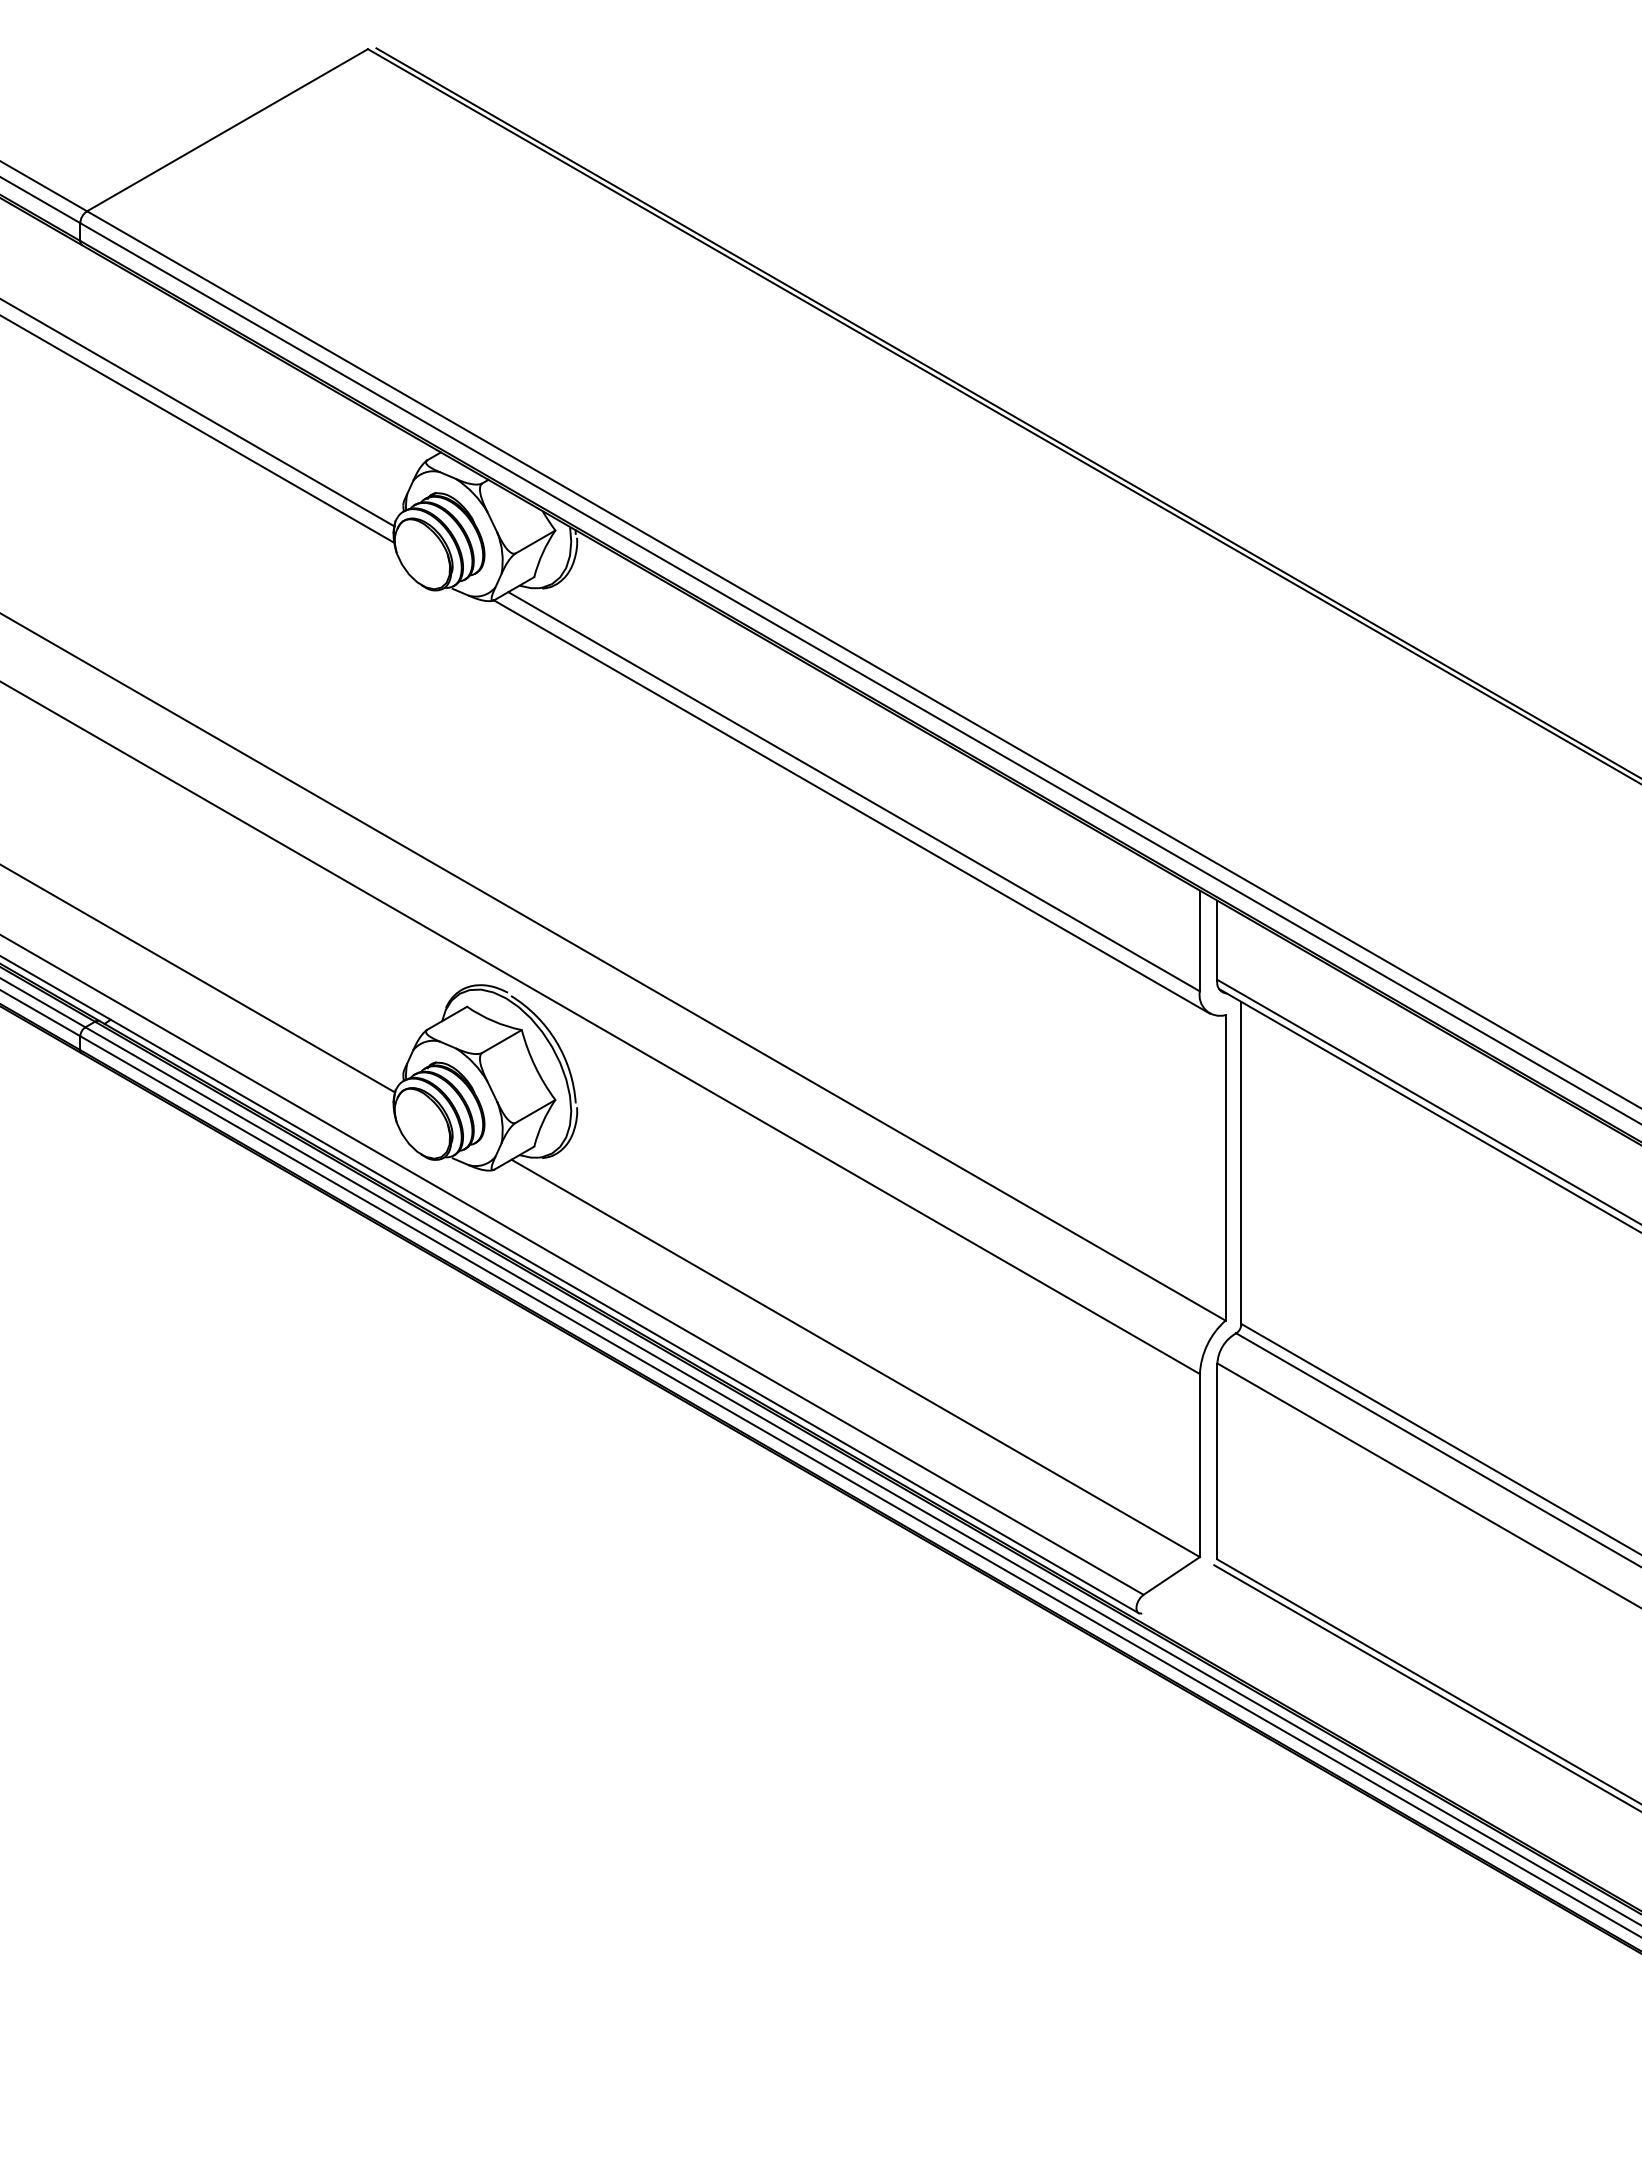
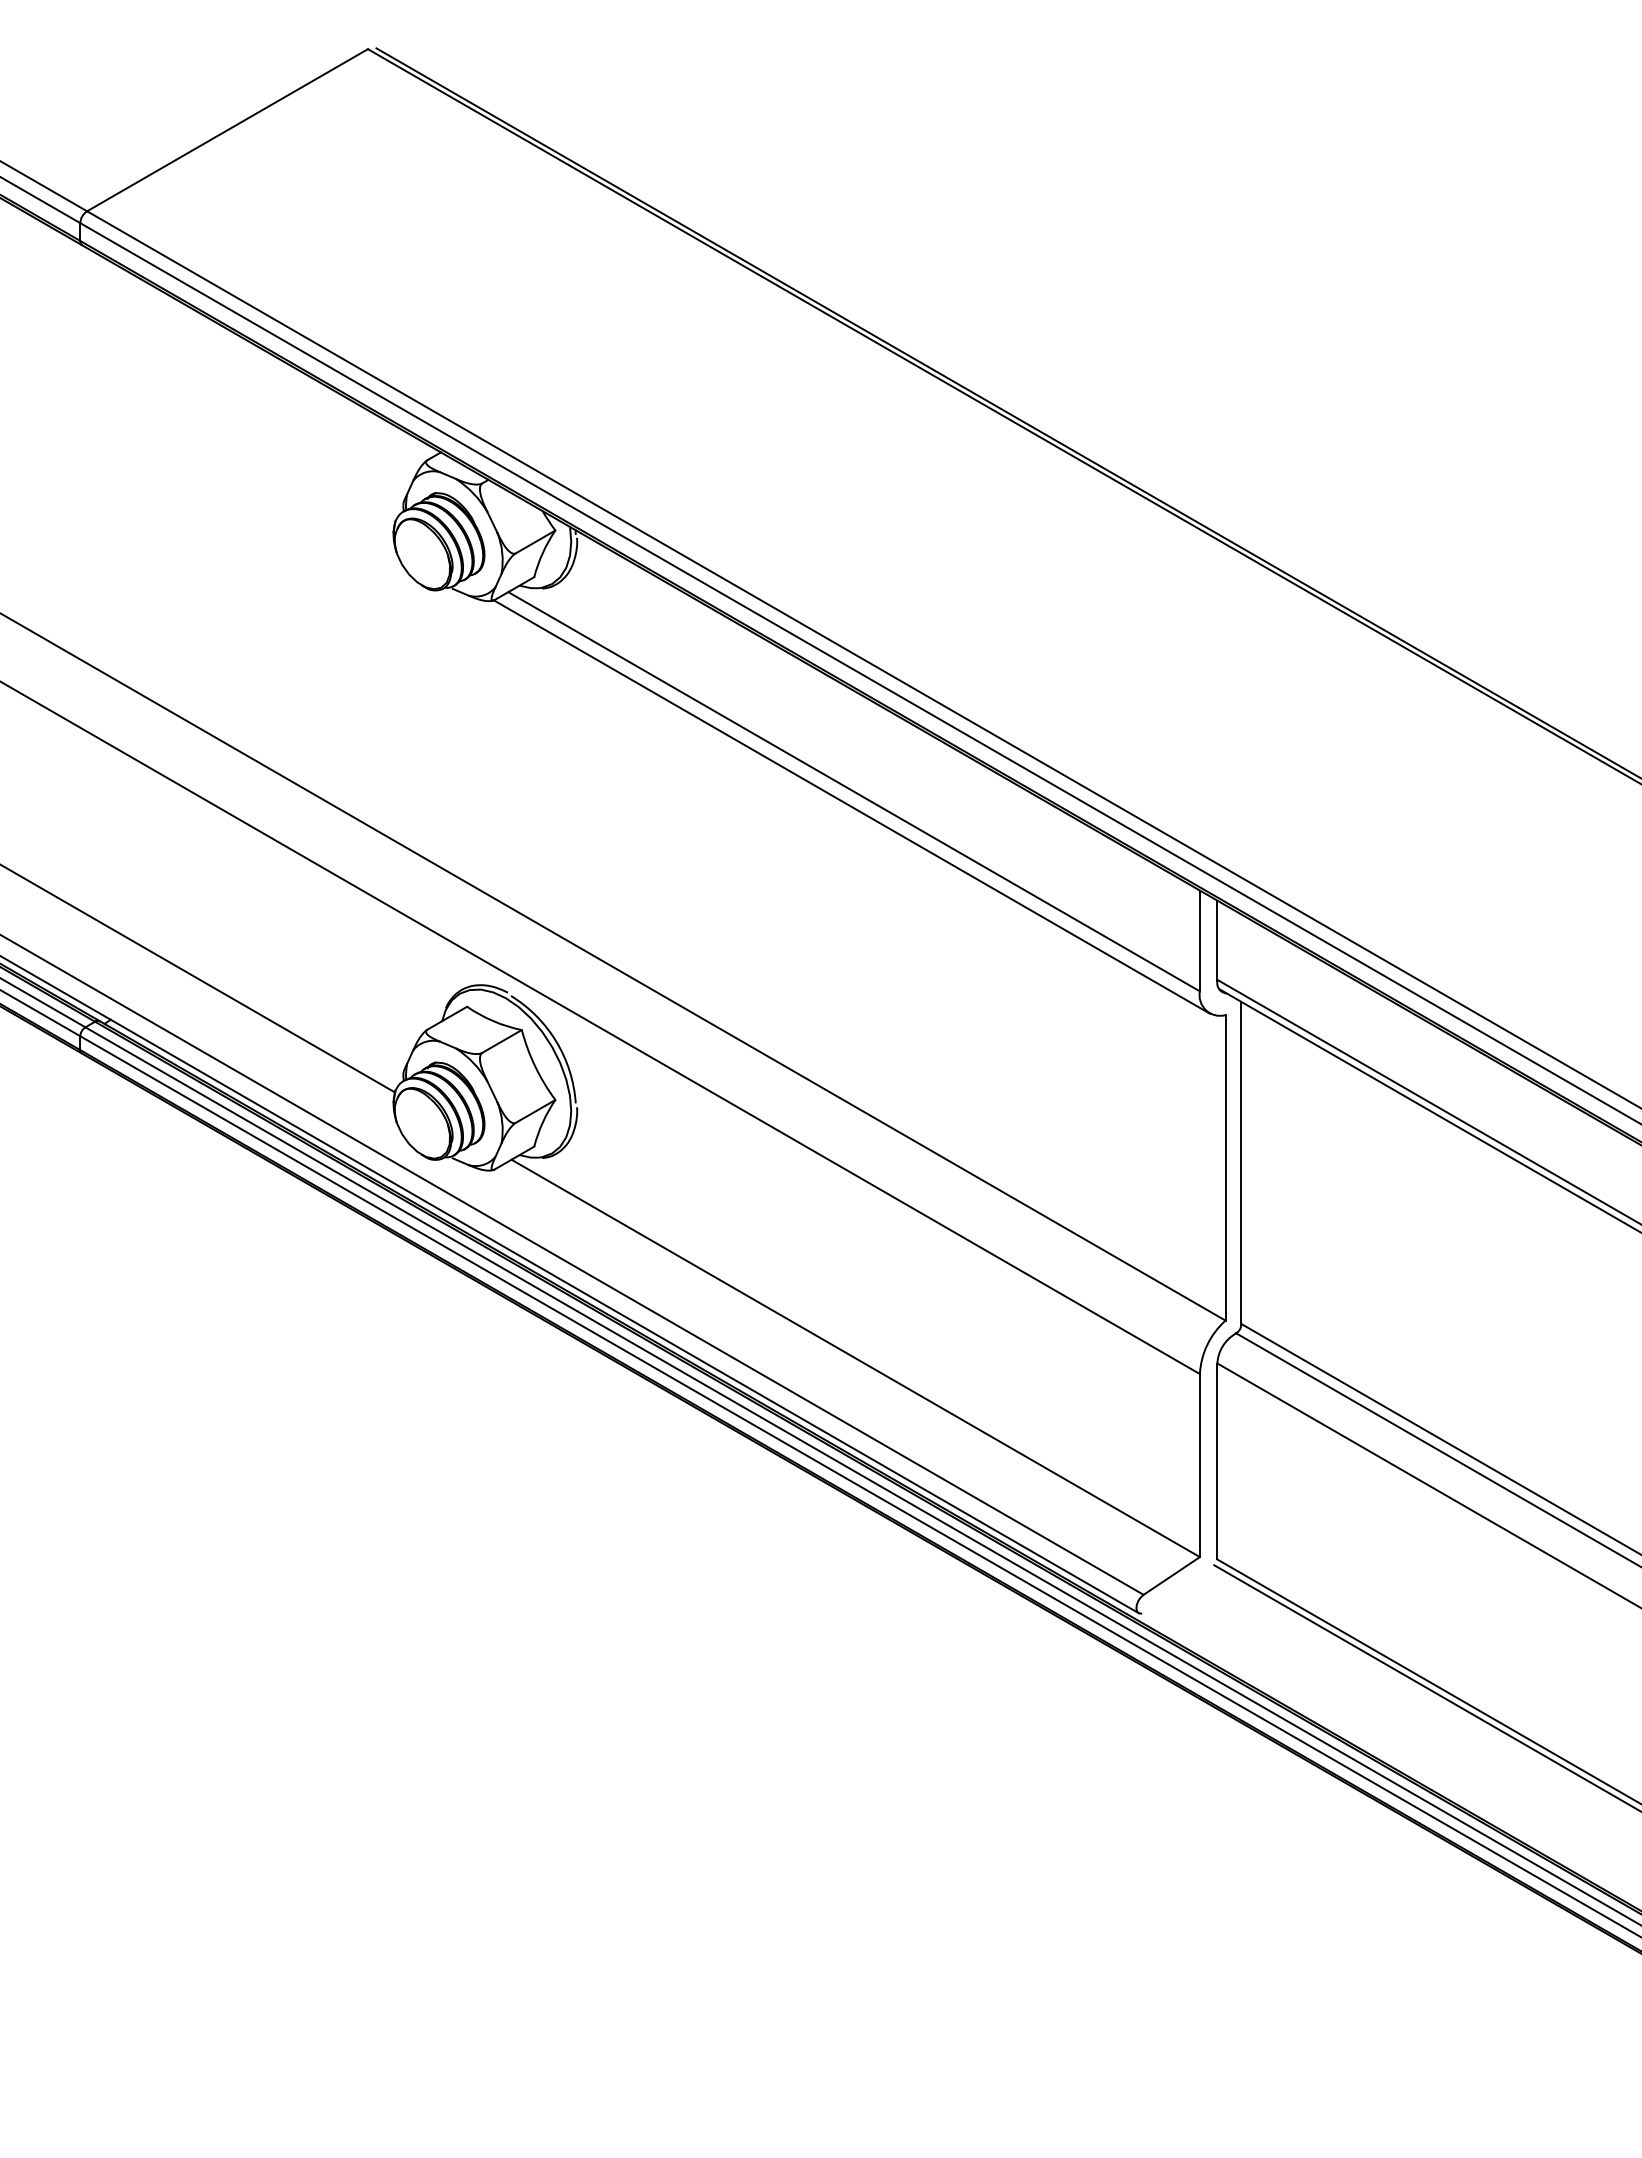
line at (198, 413): present -> none
line at (198, 429): present -> none
